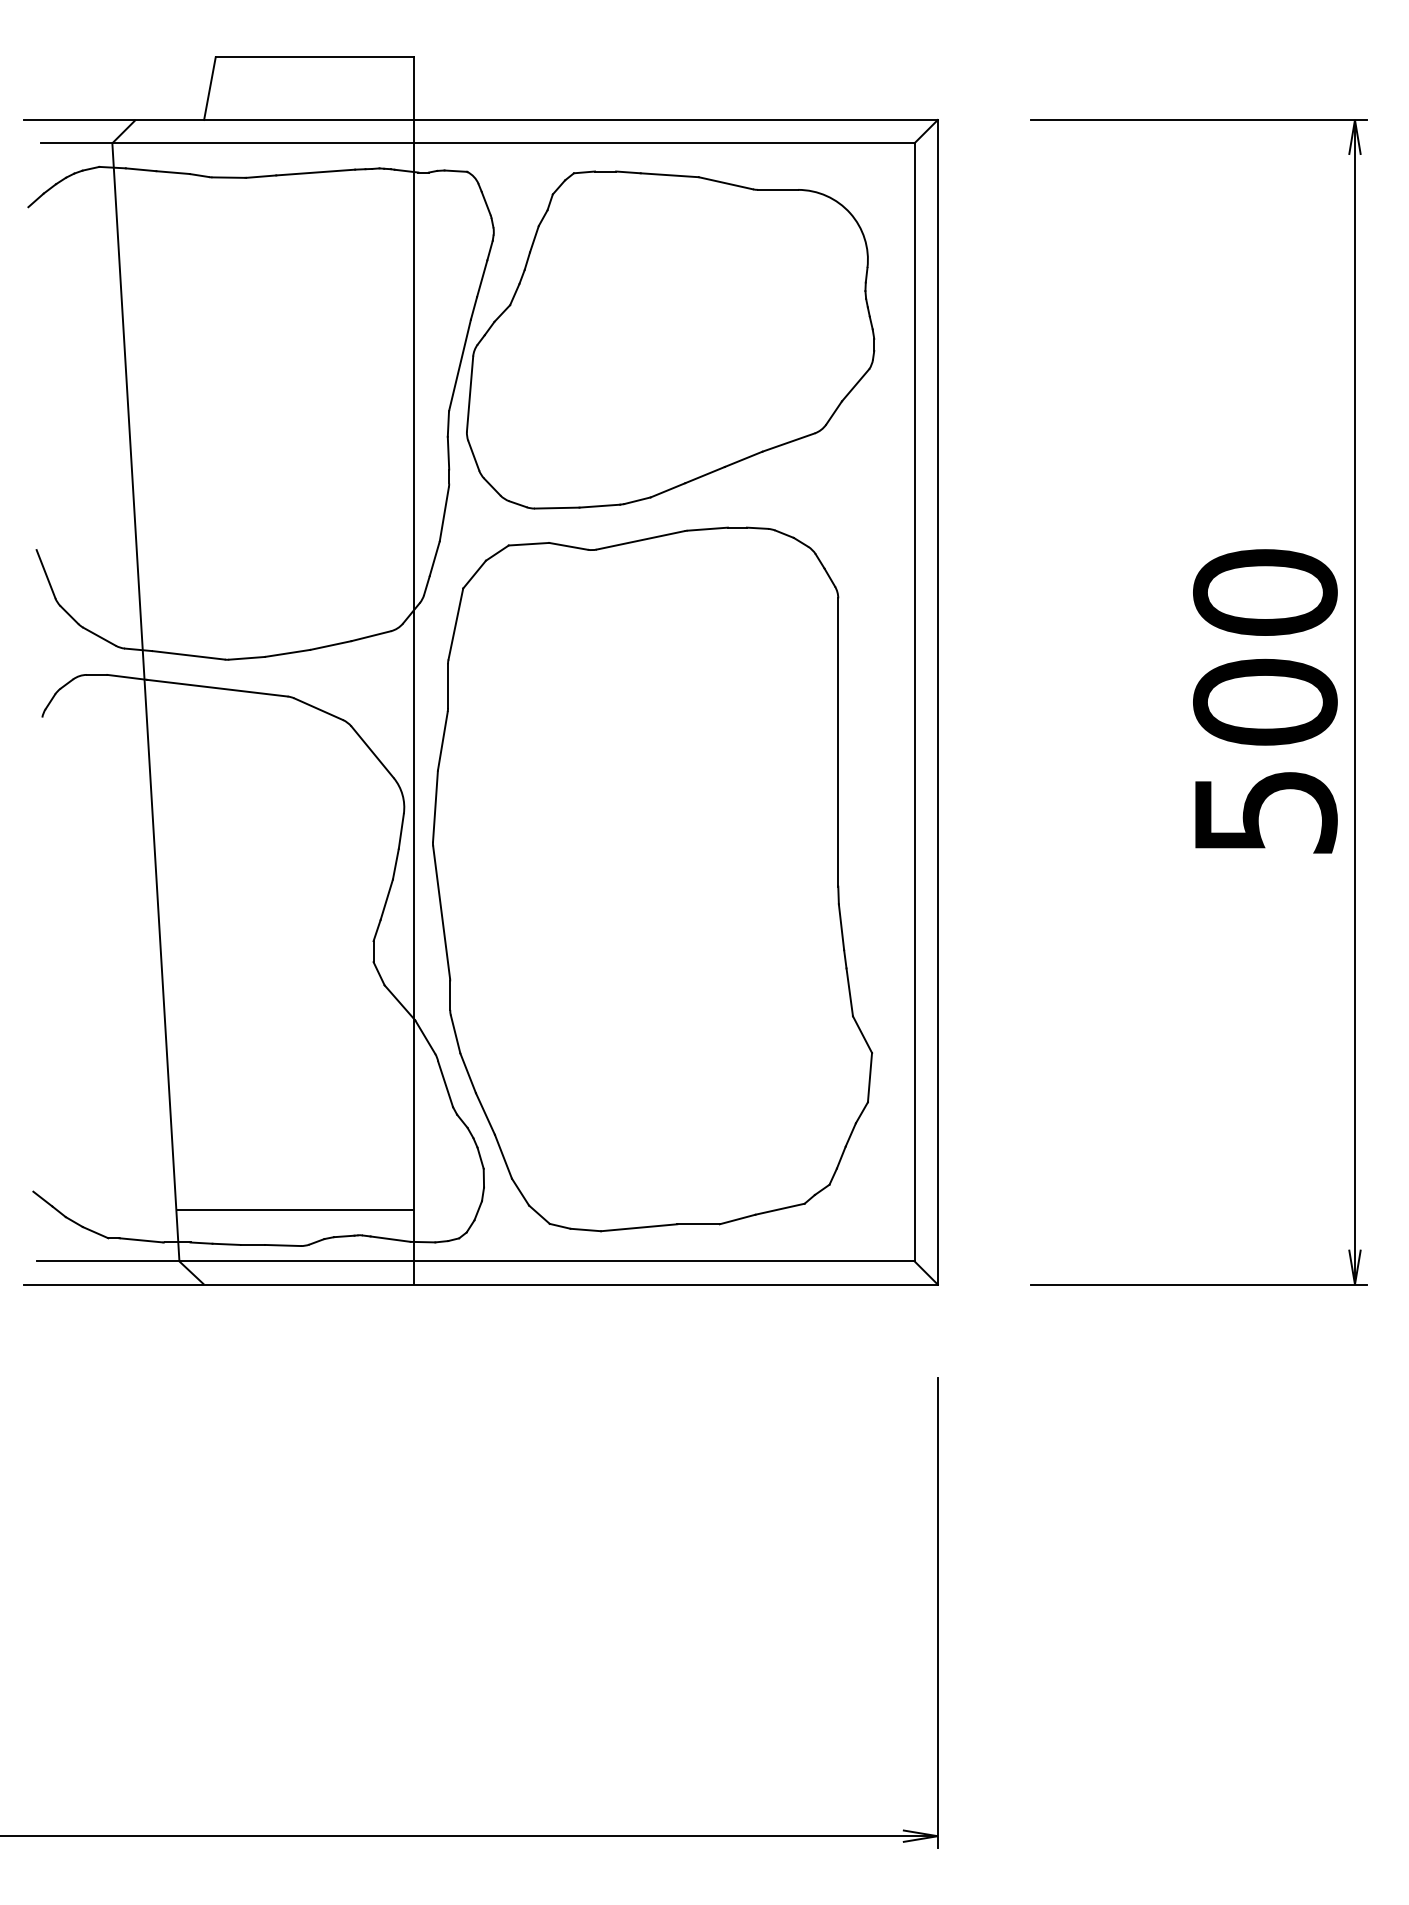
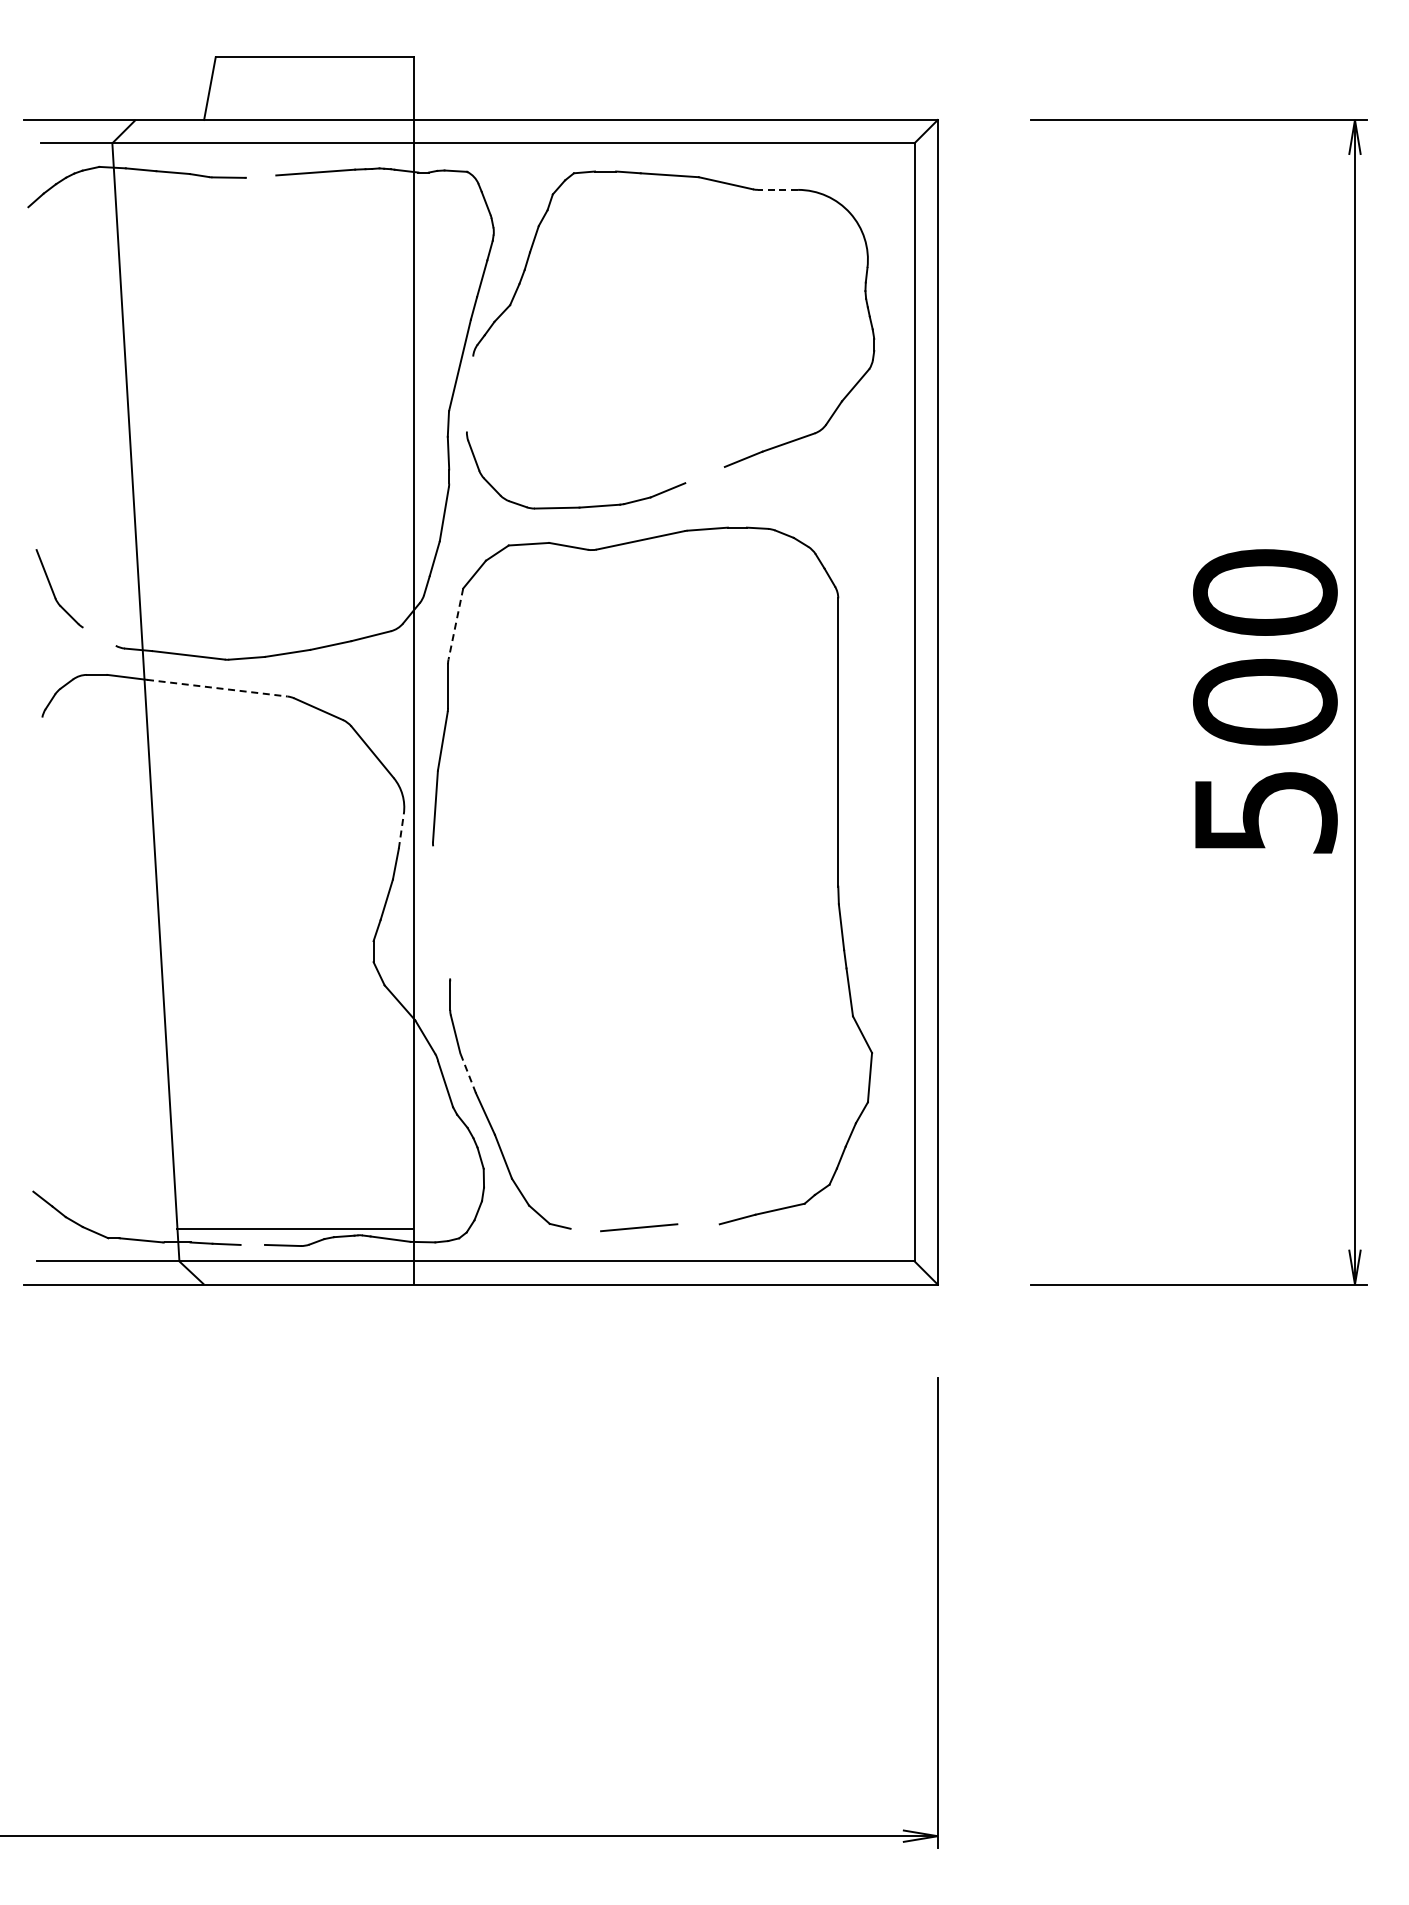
line at (261, 176): present -> none
line at (777, 189): solid -> dashed
line at (469, 393): present -> none
line at (704, 474): present -> none
line at (455, 624): solid -> dashed
line at (99, 636): present -> none
line at (217, 688): solid -> dashed
line at (401, 831): solid -> dashed
line at (441, 912): present -> none
line at (467, 1072): solid -> dashed
line at (294, 1210) position: (294, 1210) -> (294, 1229)
line at (698, 1224): present -> none
line at (585, 1229): present -> none
line at (252, 1244): present -> none
